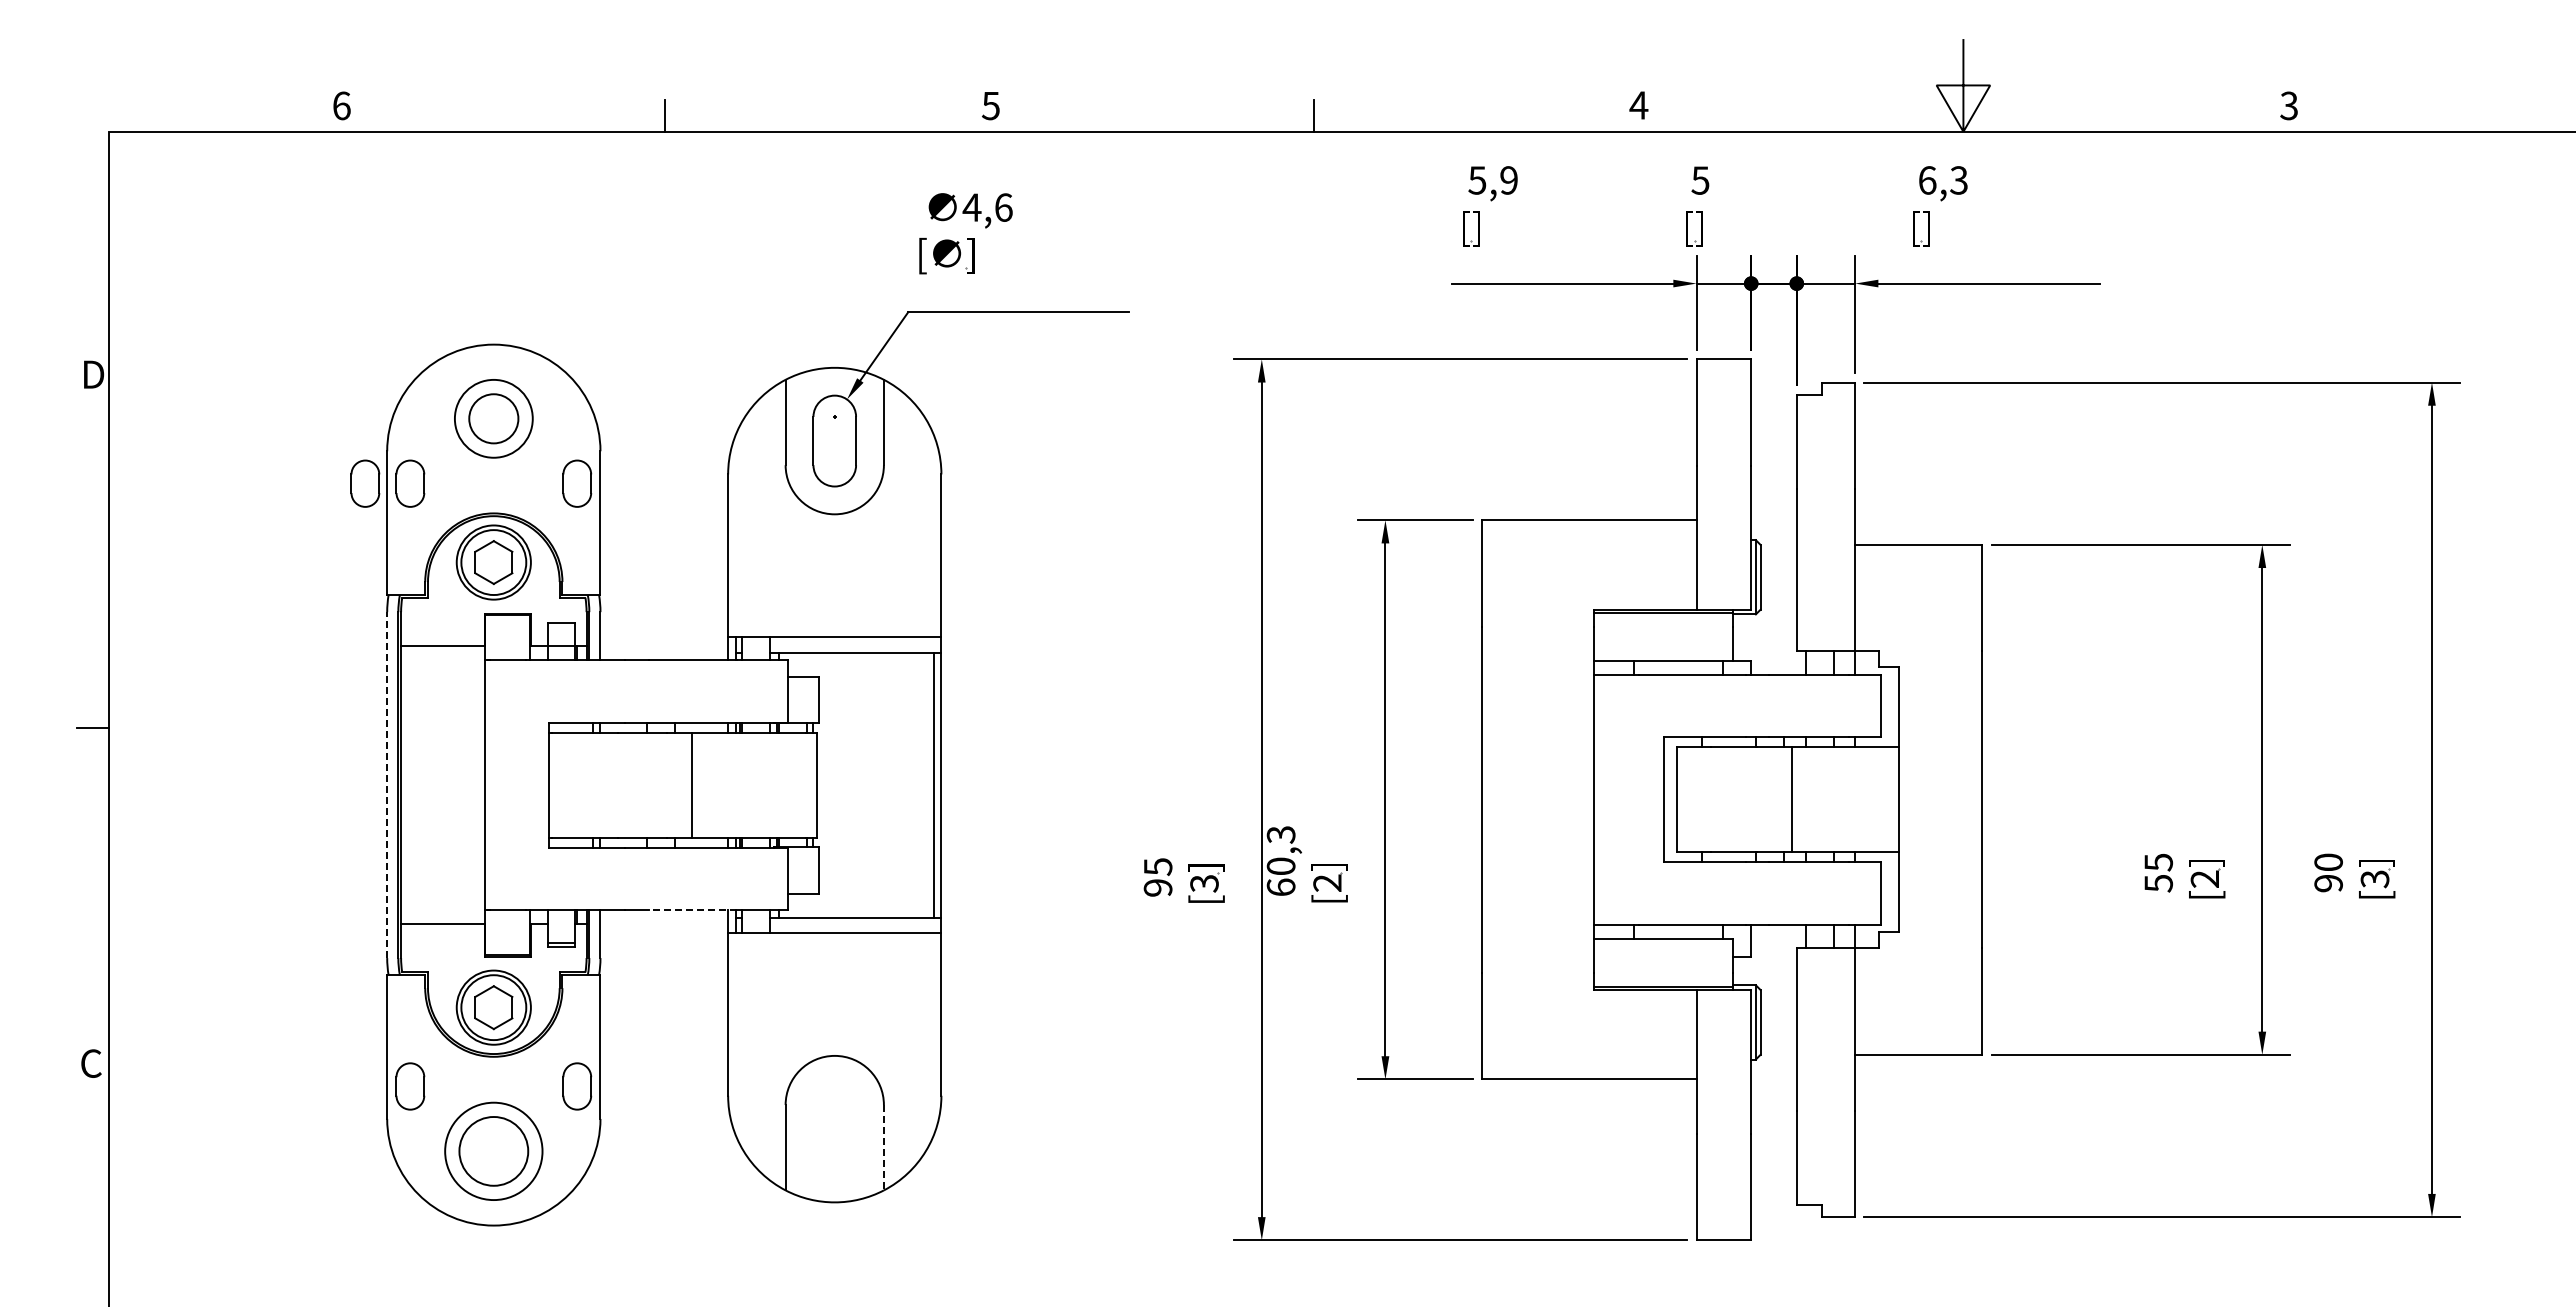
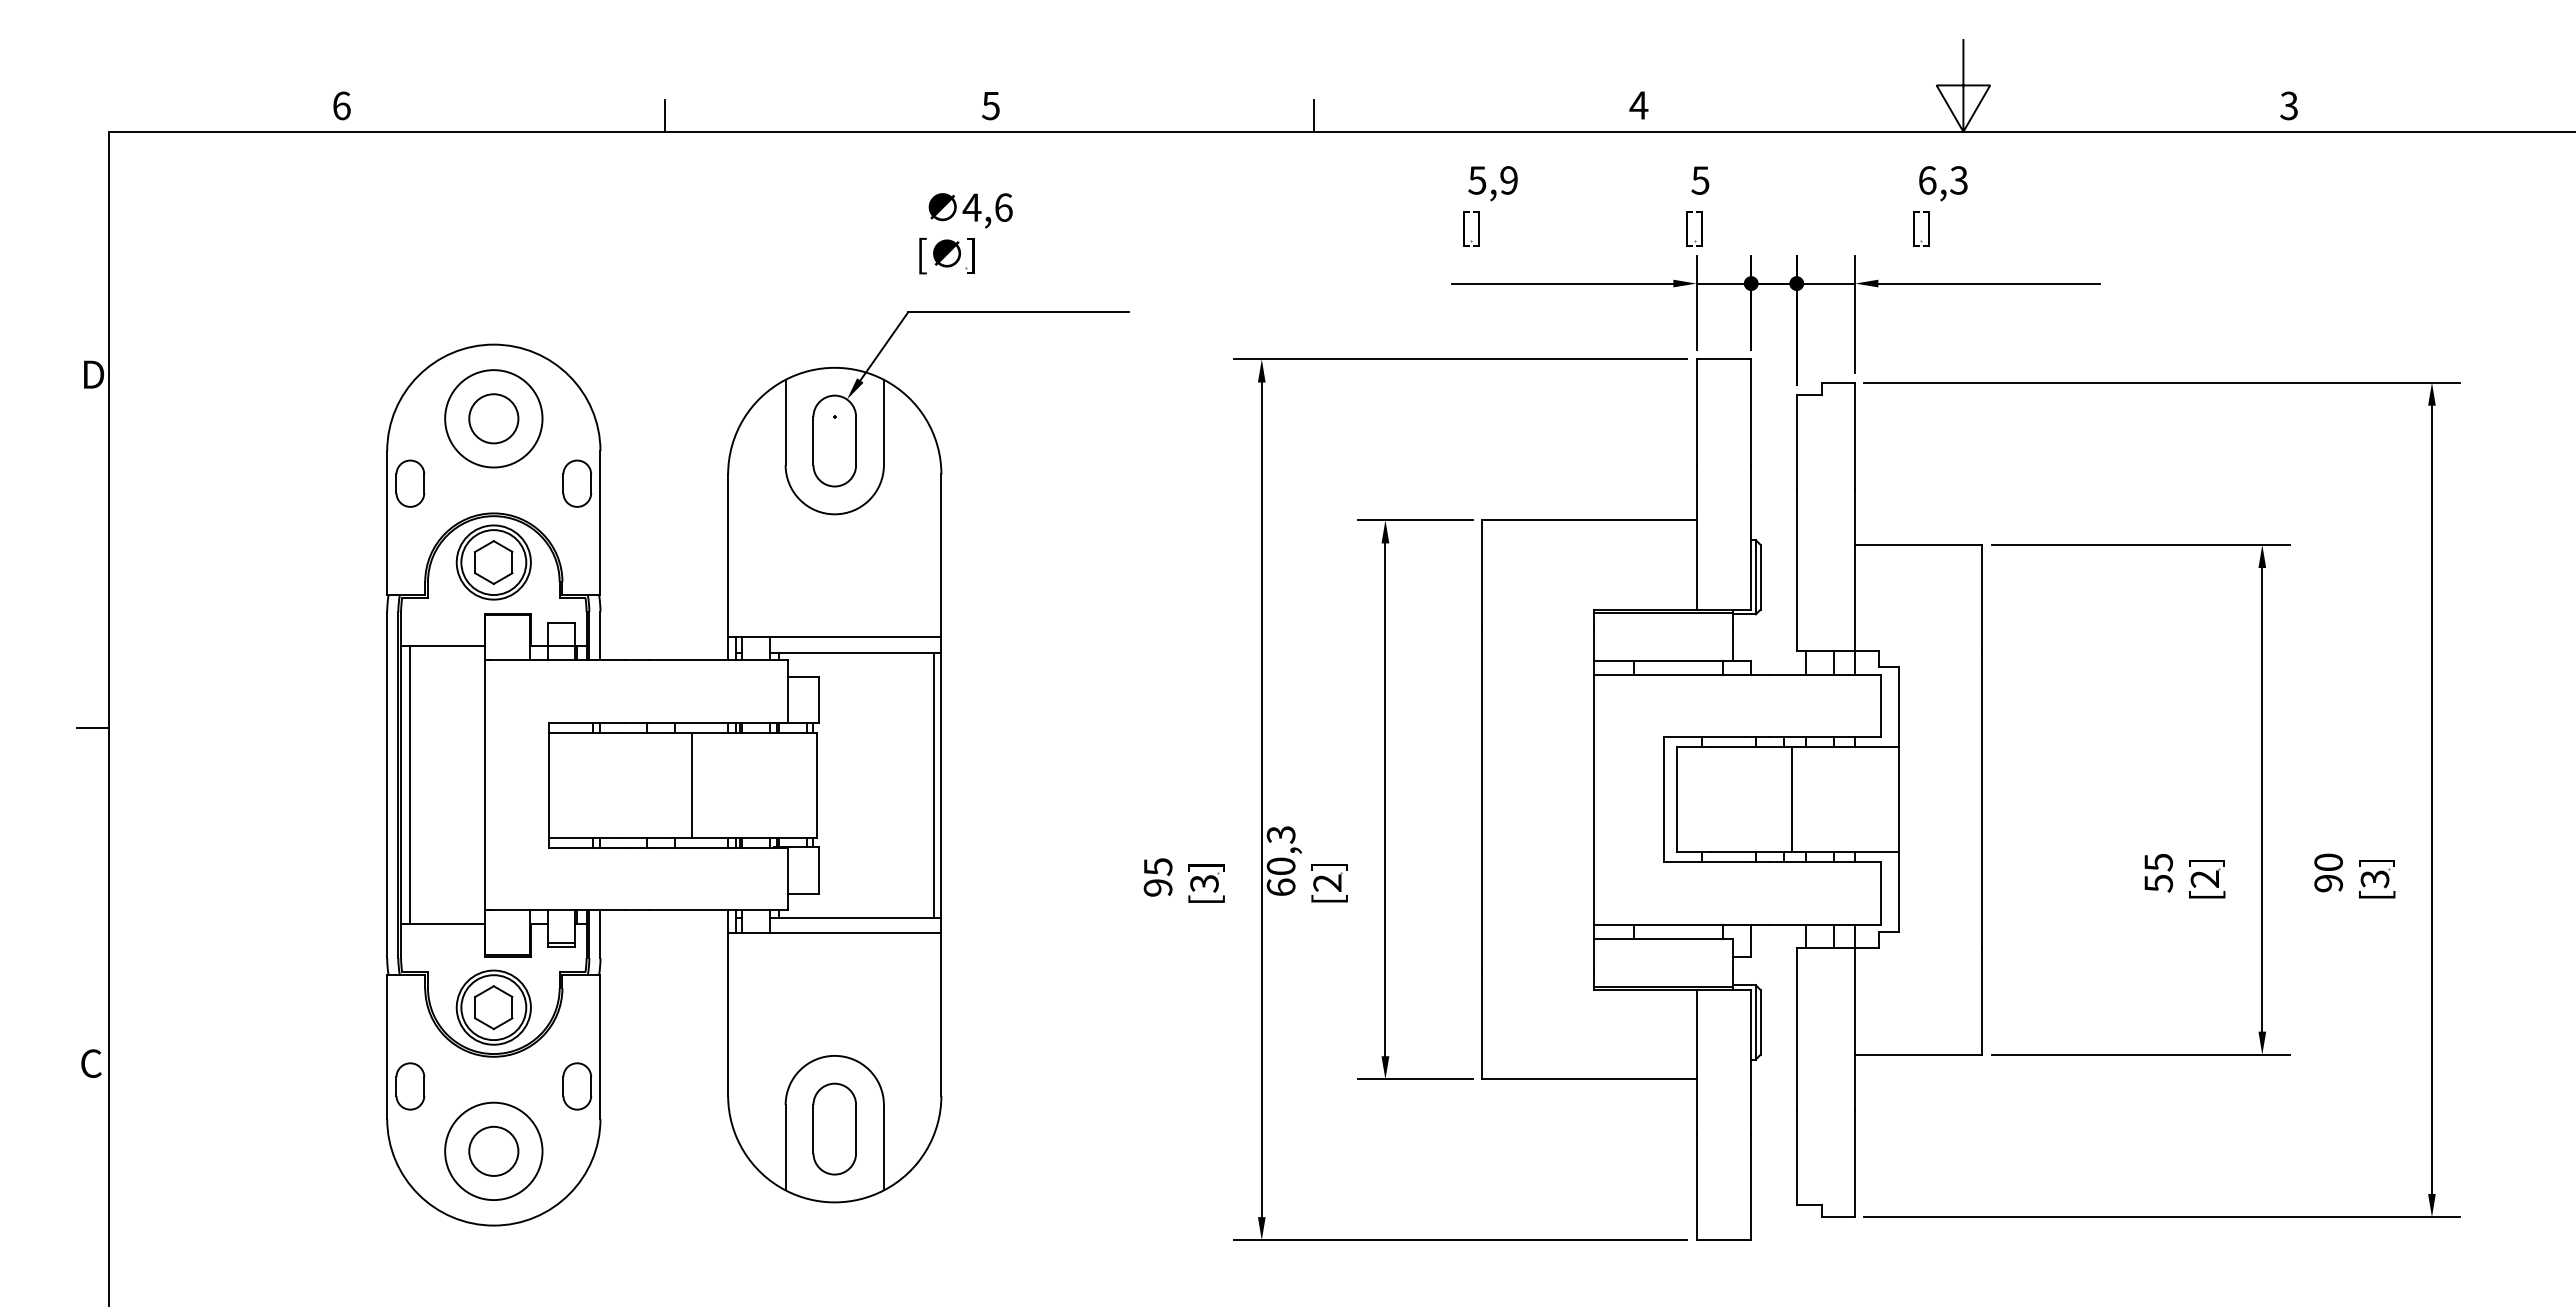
circle at (493, 418) diameter: 78 px -> 97 px
part at (365, 483): present -> none
line at (387, 785): dashed -> solid
line at (410, 785): none -> present
line at (692, 910): dashed -> solid
part at (834, 1128): none -> present
line at (883, 1147): dashed -> solid
circle at (493, 1150) diameter: 69 px -> 49 px
